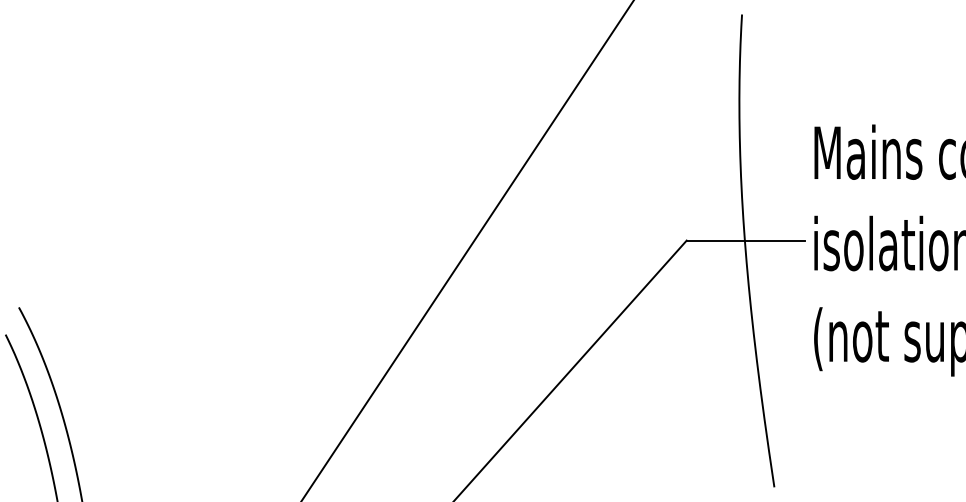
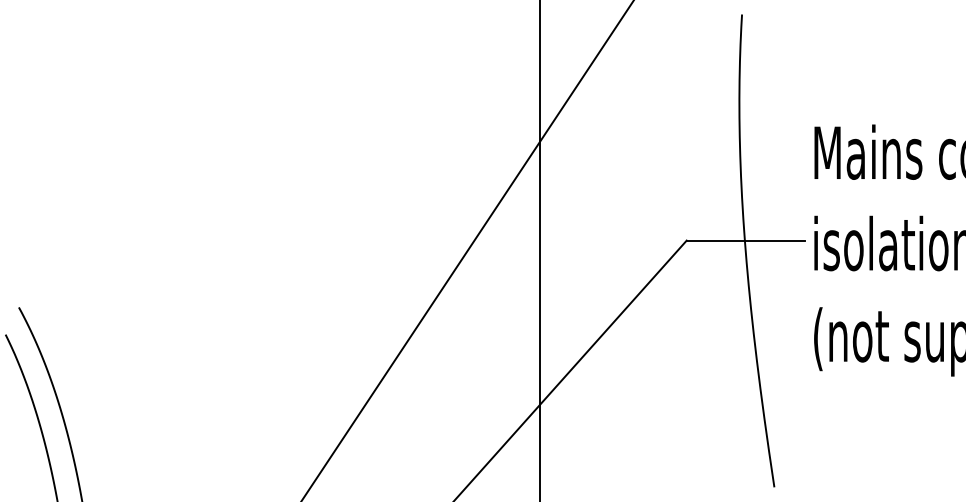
line at (539, 250): none -> present
